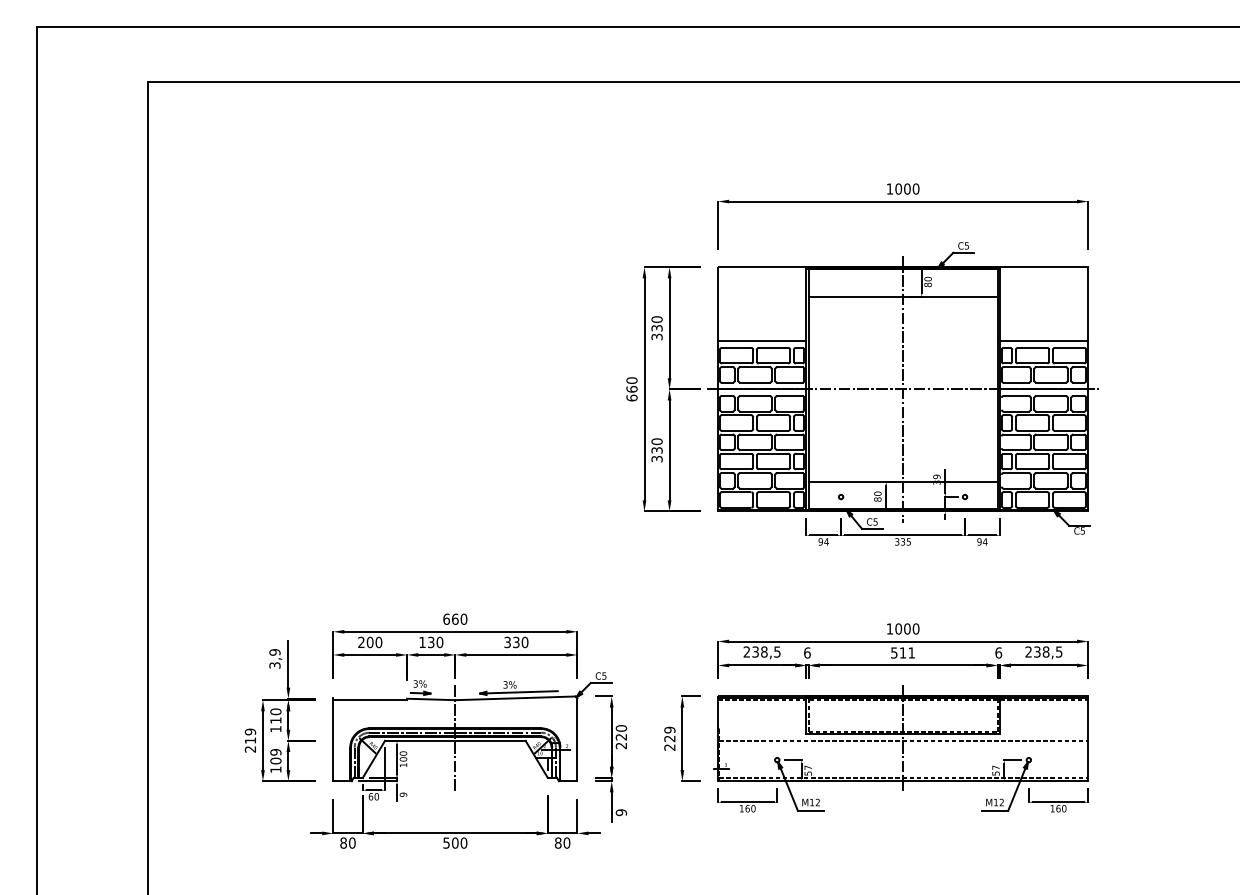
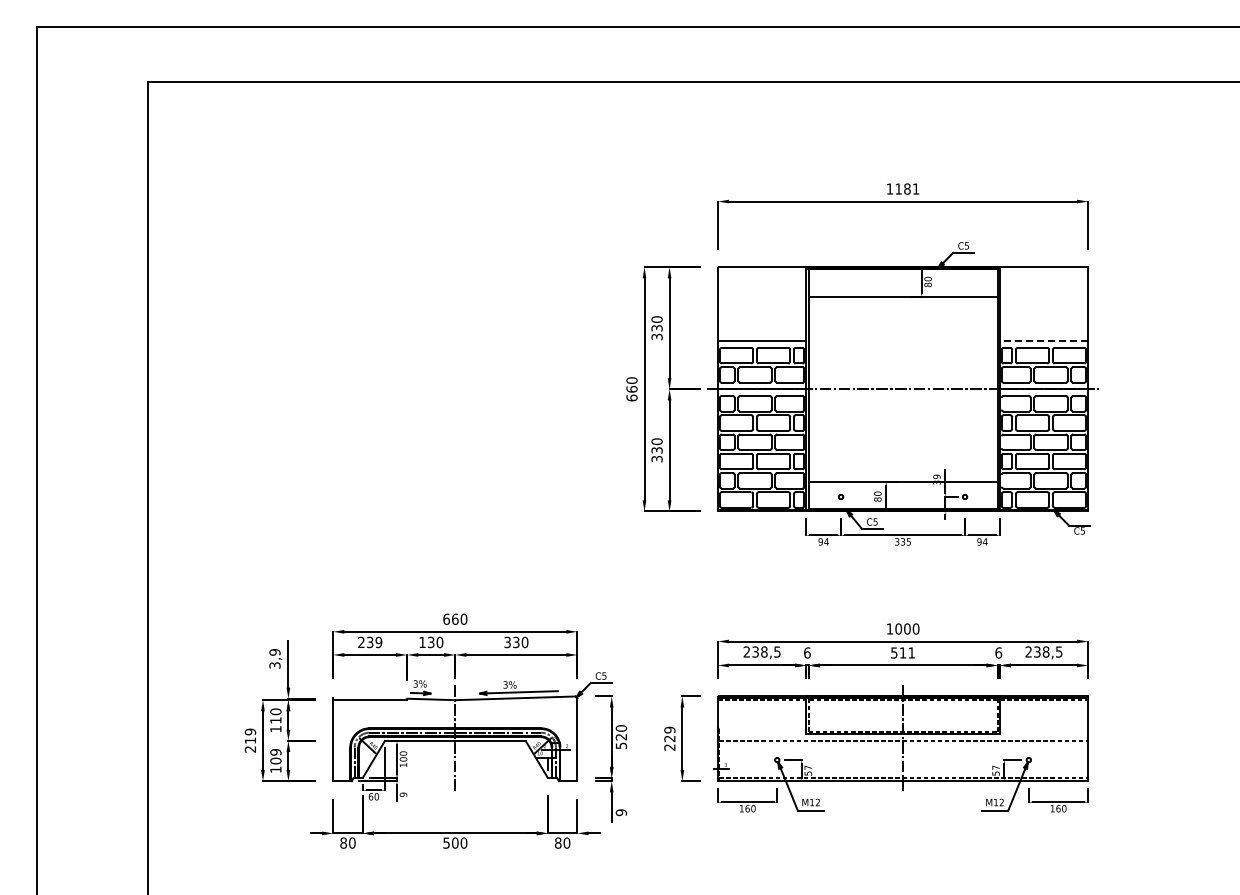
text at (907, 188): 1000 -> 1181
line at (1043, 341): solid -> dashed
line at (903, 389): present -> none
text at (374, 642): 200 -> 239
text at (621, 745): 220 -> 520
